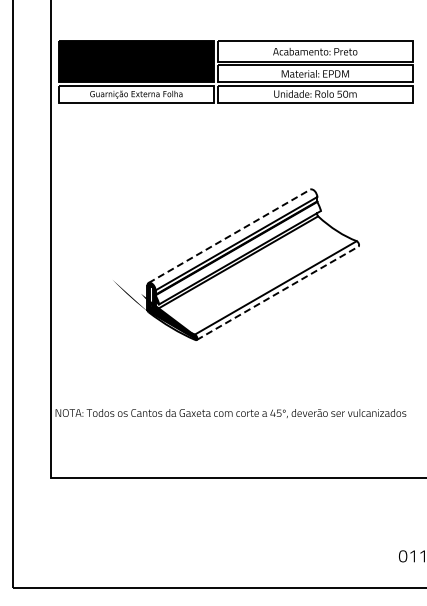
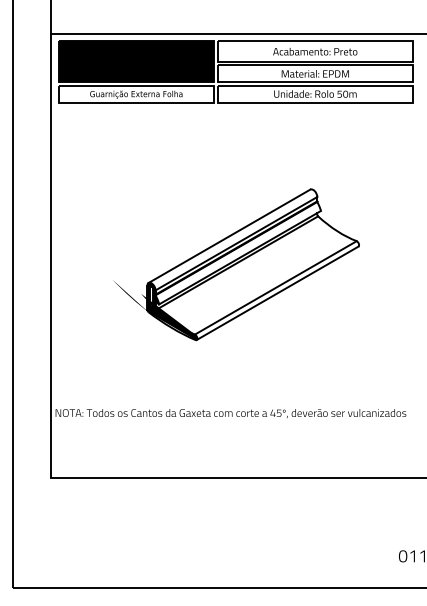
line at (237, 33): none -> present
line at (229, 236): dashed -> solid
line at (278, 293): dashed -> solid
